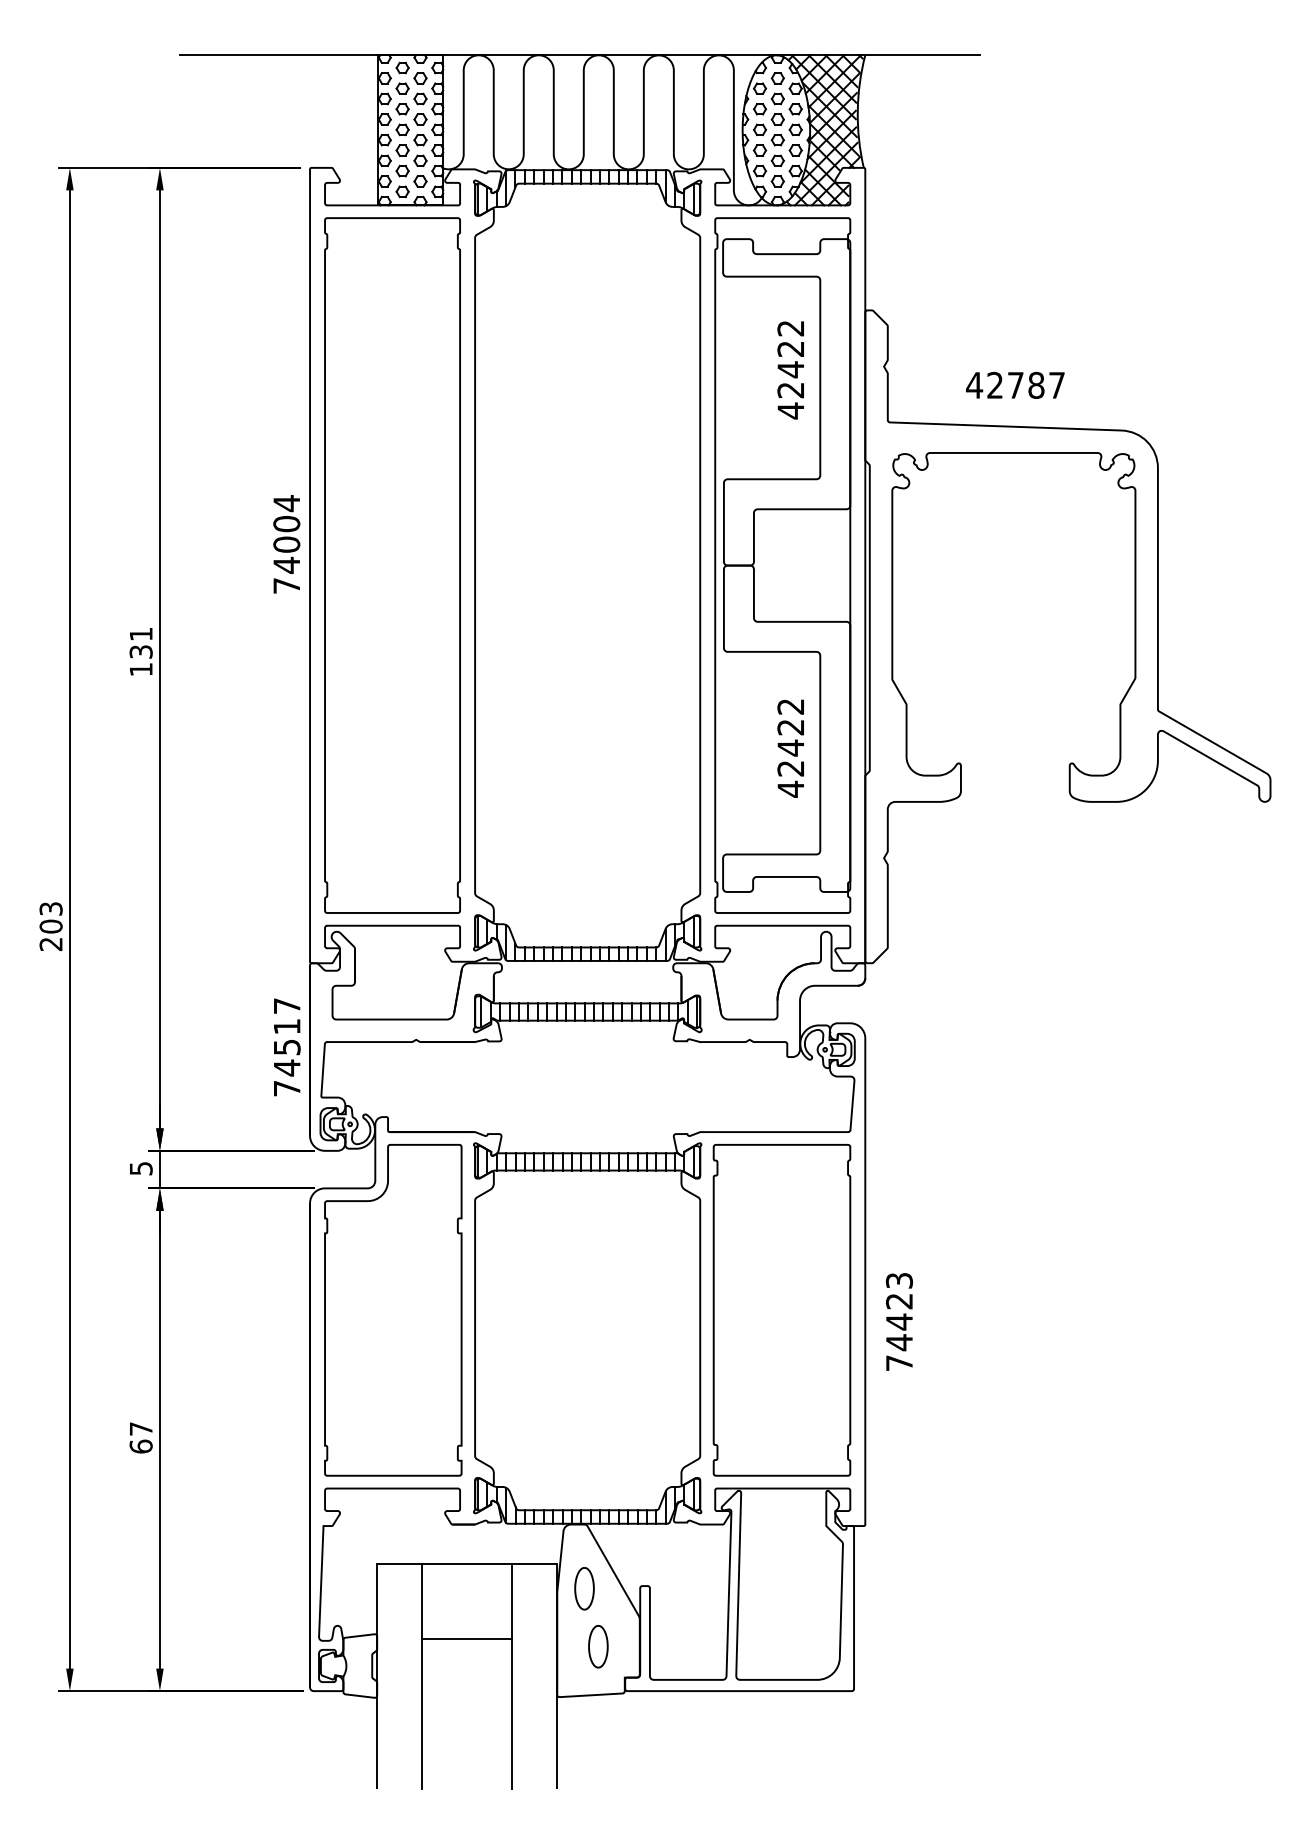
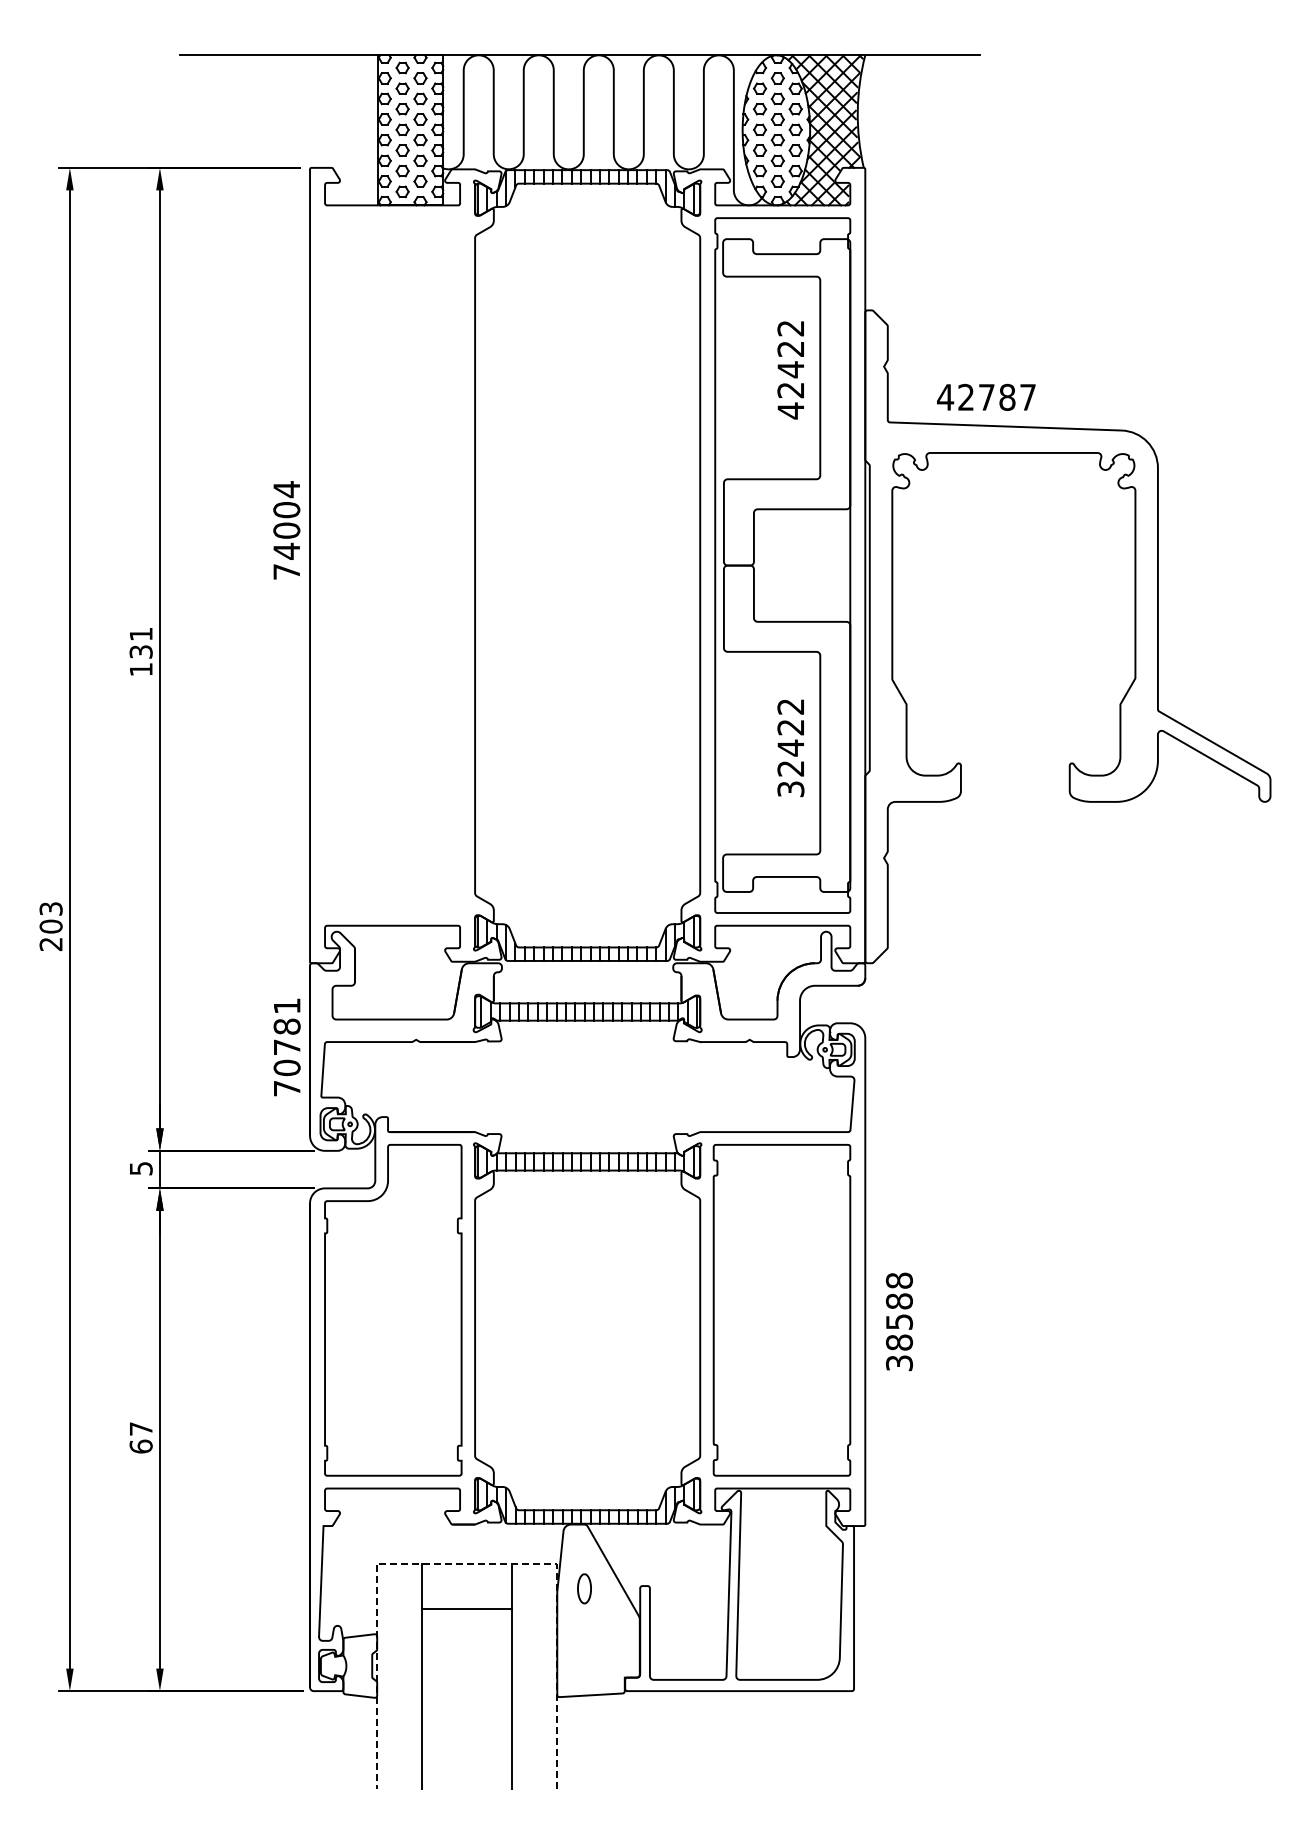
text at (1015, 384) position: (1015, 384) -> (986, 396)
text at (286, 544) position: (286, 544) -> (286, 530)
part at (392, 565): present -> none
text at (790, 788): 42422 -> 32422
text at (286, 1037): 74517 -> 70781
text at (899, 1321): 74423 -> 38588
line at (466, 1563): solid -> dashed
part at (584, 1588) size: 21x44 px -> 15x32 px
line at (467, 1638) position: (467, 1638) -> (467, 1608)
part at (598, 1646): present -> none
